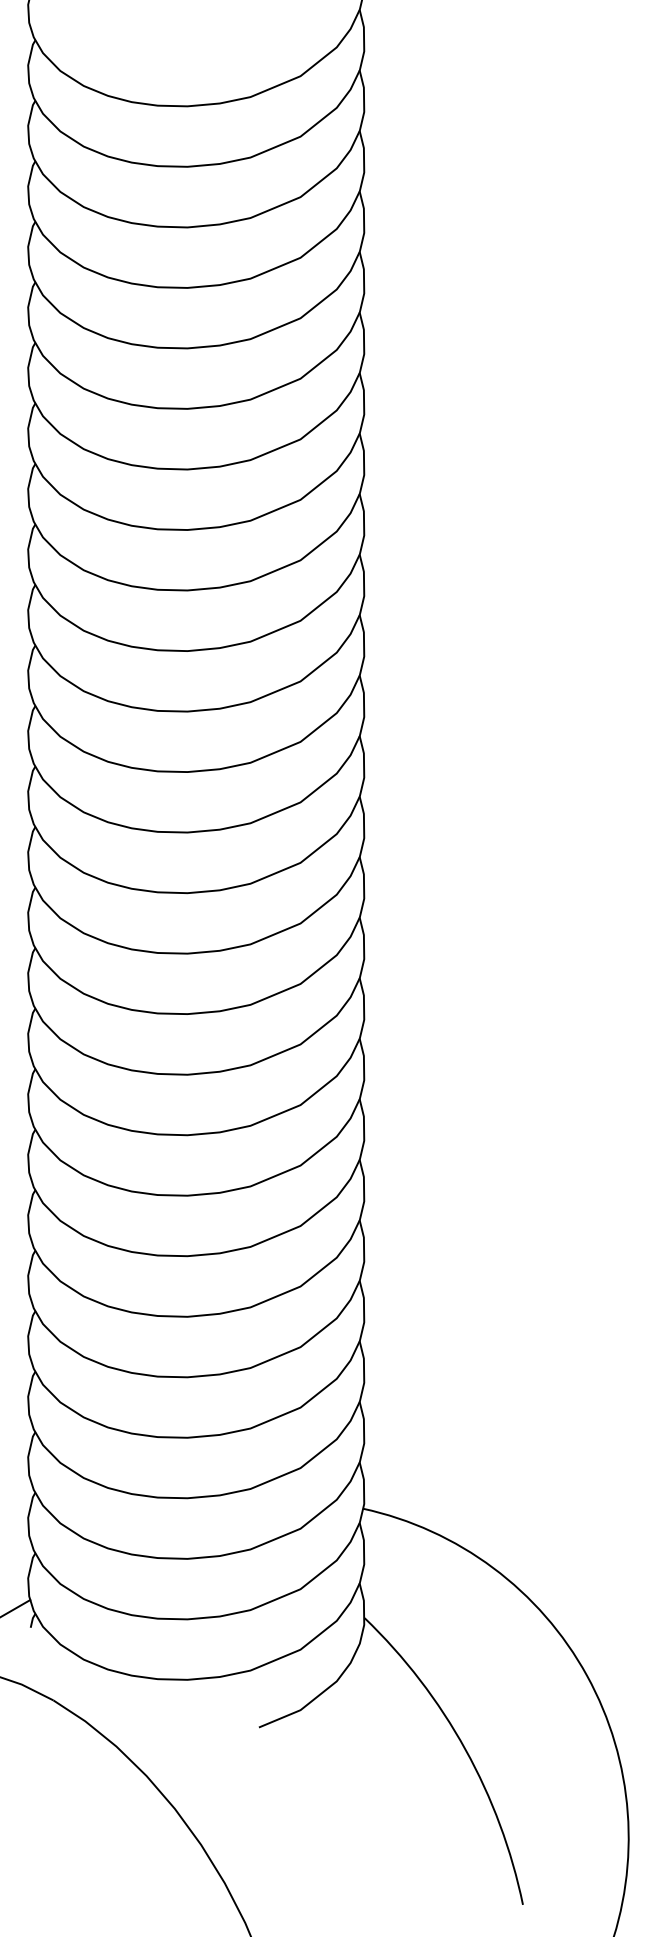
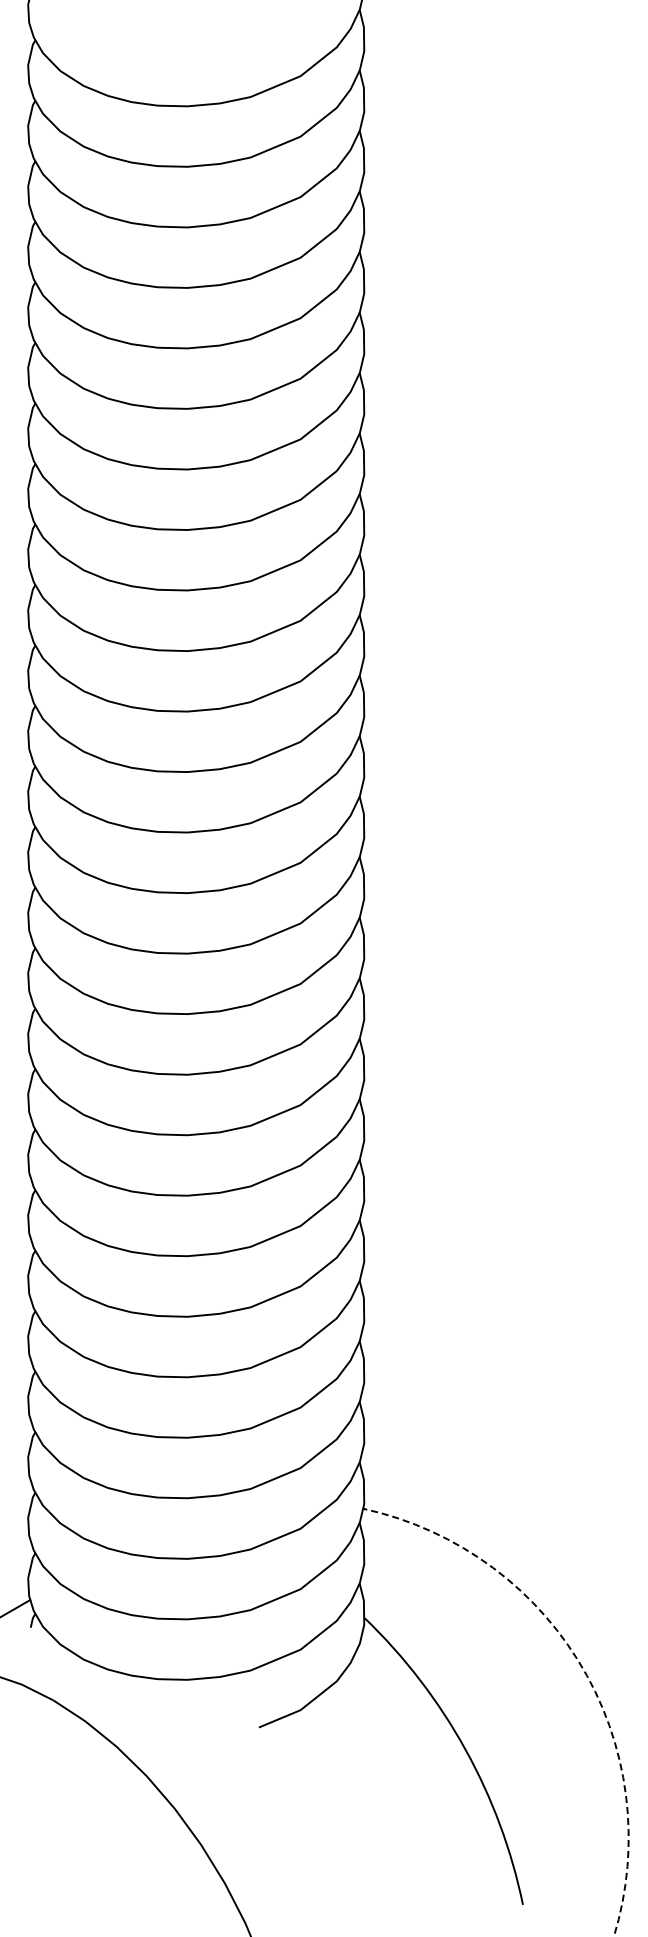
arc at (582, 1667): solid -> dashed
